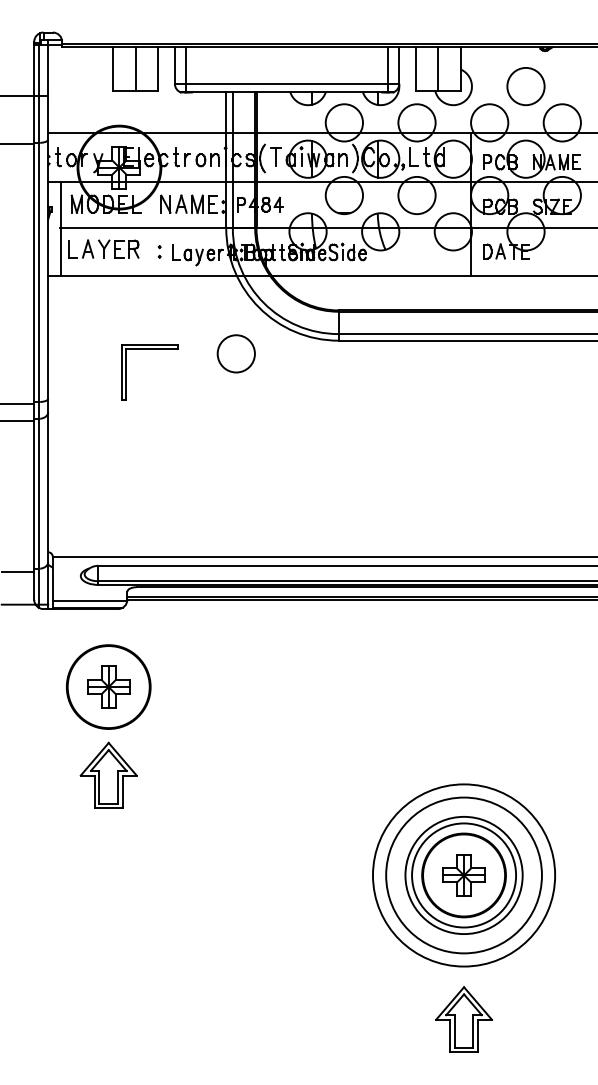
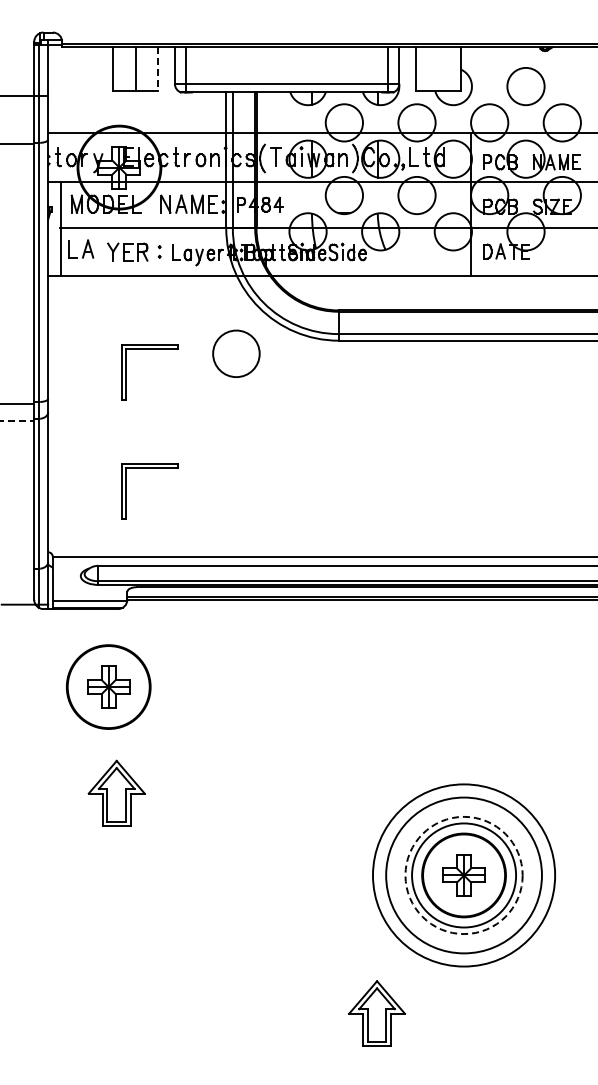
line at (158, 69): solid -> dashed
line at (438, 69): present -> none
part at (118, 248) position: (118, 248) -> (127, 251)
circle at (235, 353) size: 40x40 px -> 49x49 px
line at (17, 421): solid -> dashed
part at (149, 468): none -> present
line at (18, 571): present -> none
part at (108, 774) position: (108, 774) -> (116, 792)
circle at (463, 875): solid -> dashed
part at (463, 1019) position: (463, 1019) -> (376, 1013)
